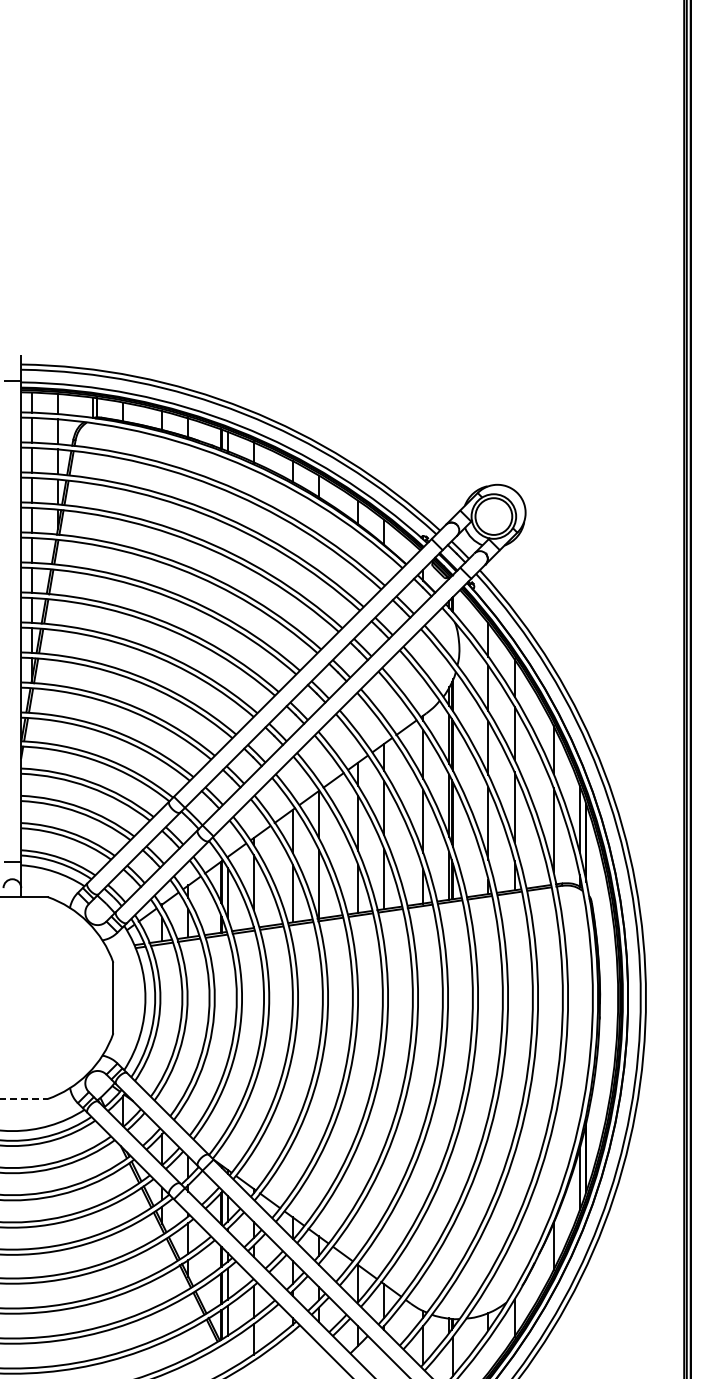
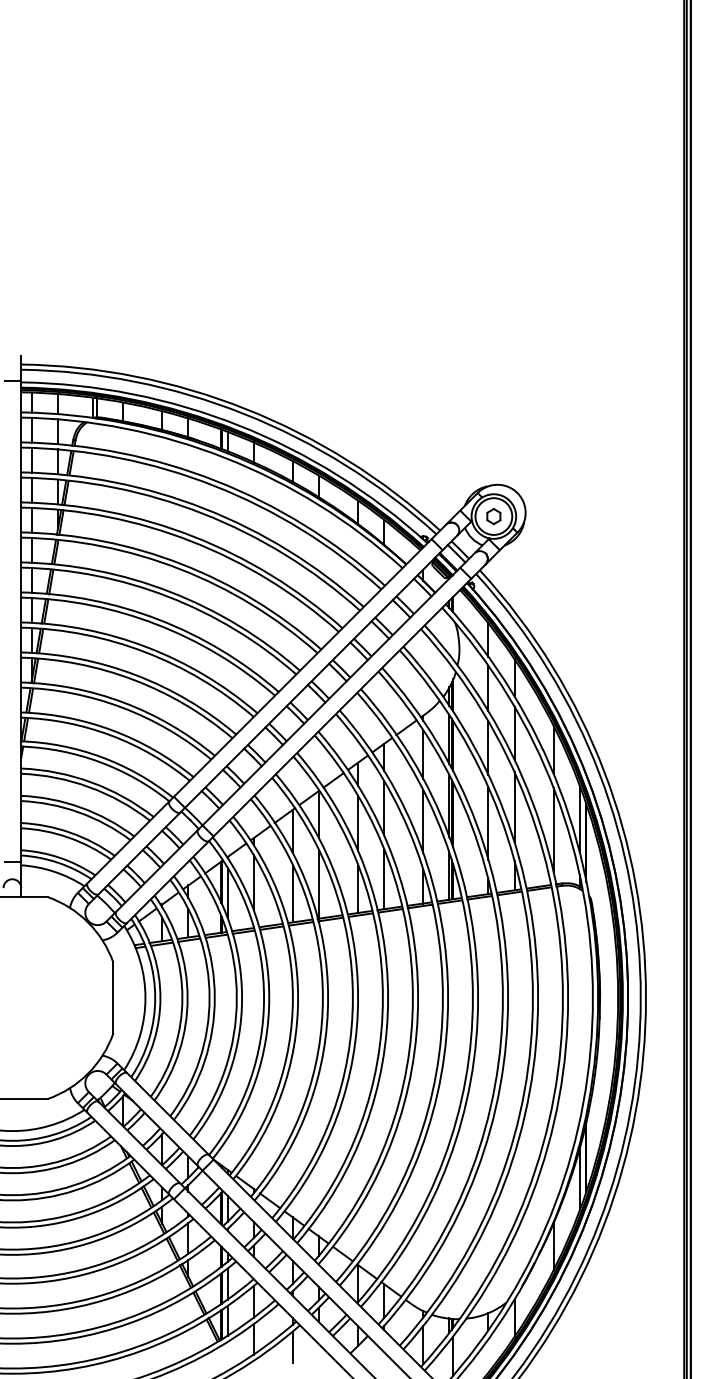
part at (493, 516): none -> present
line at (24, 1099): dashed -> solid
line at (292, 1347): none -> present
